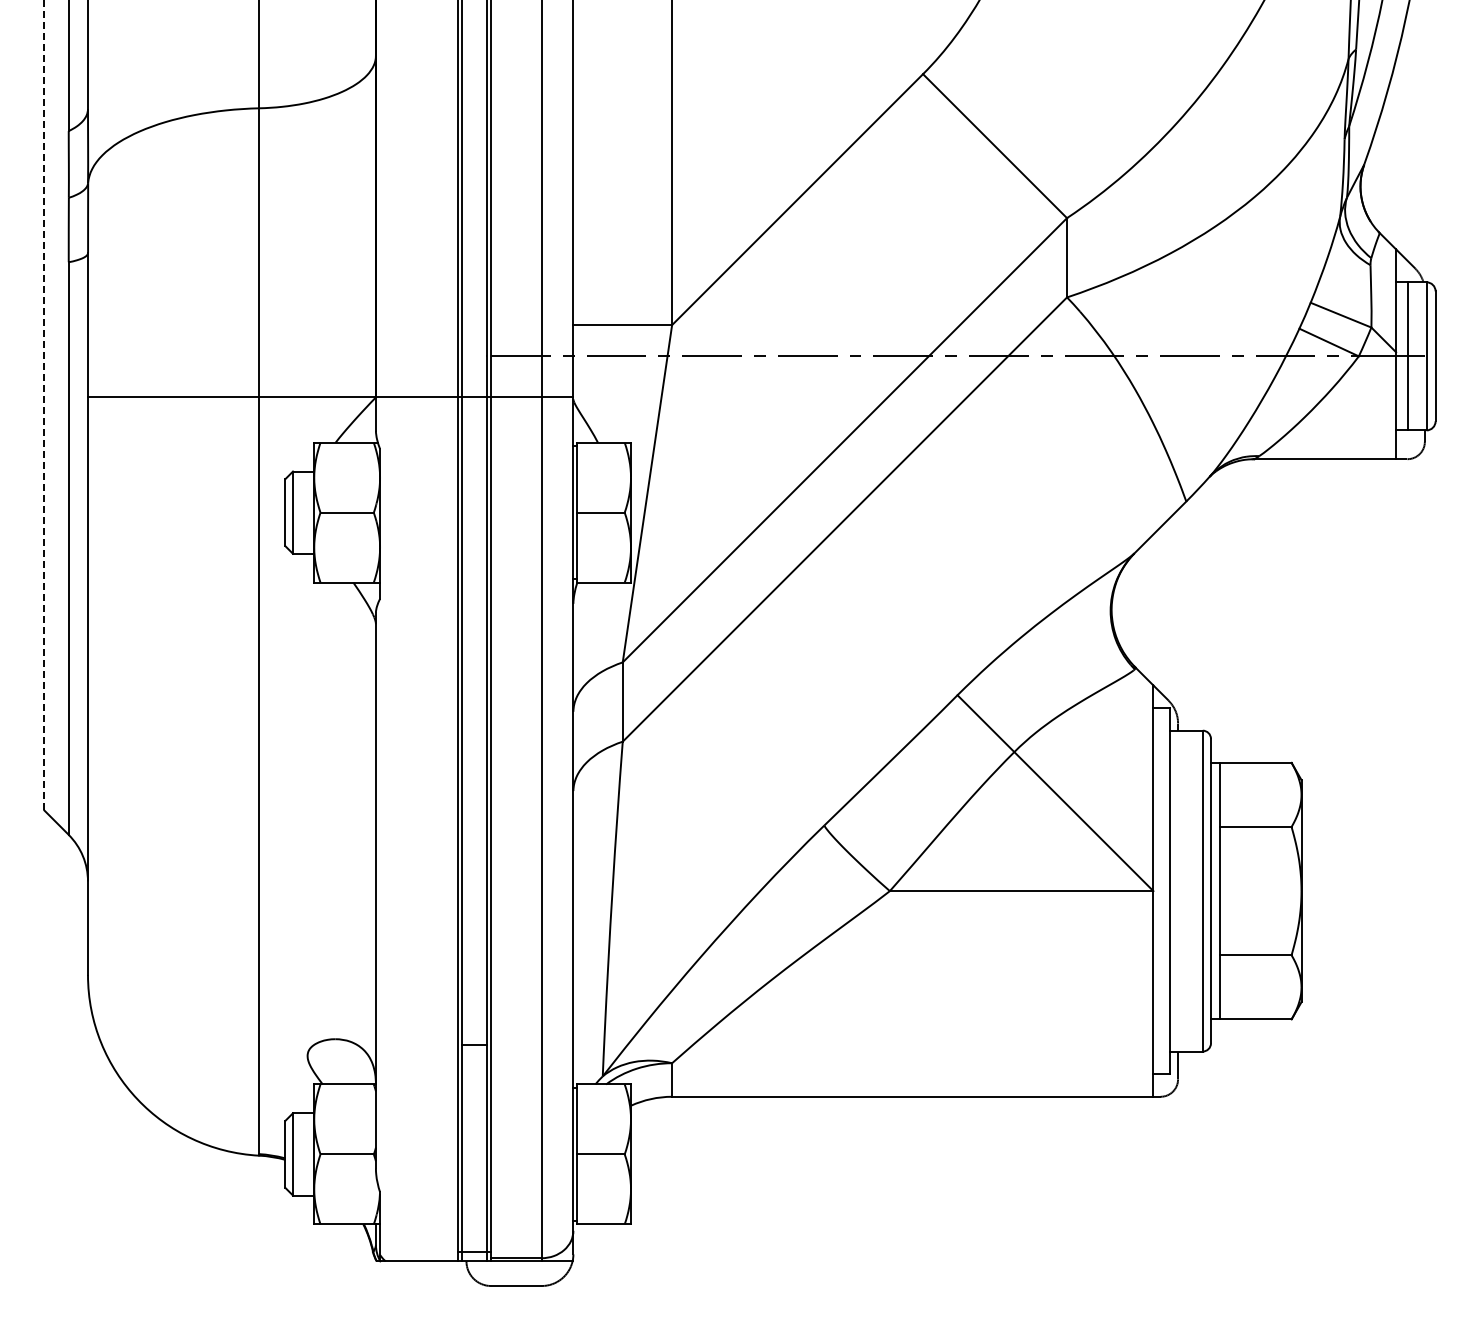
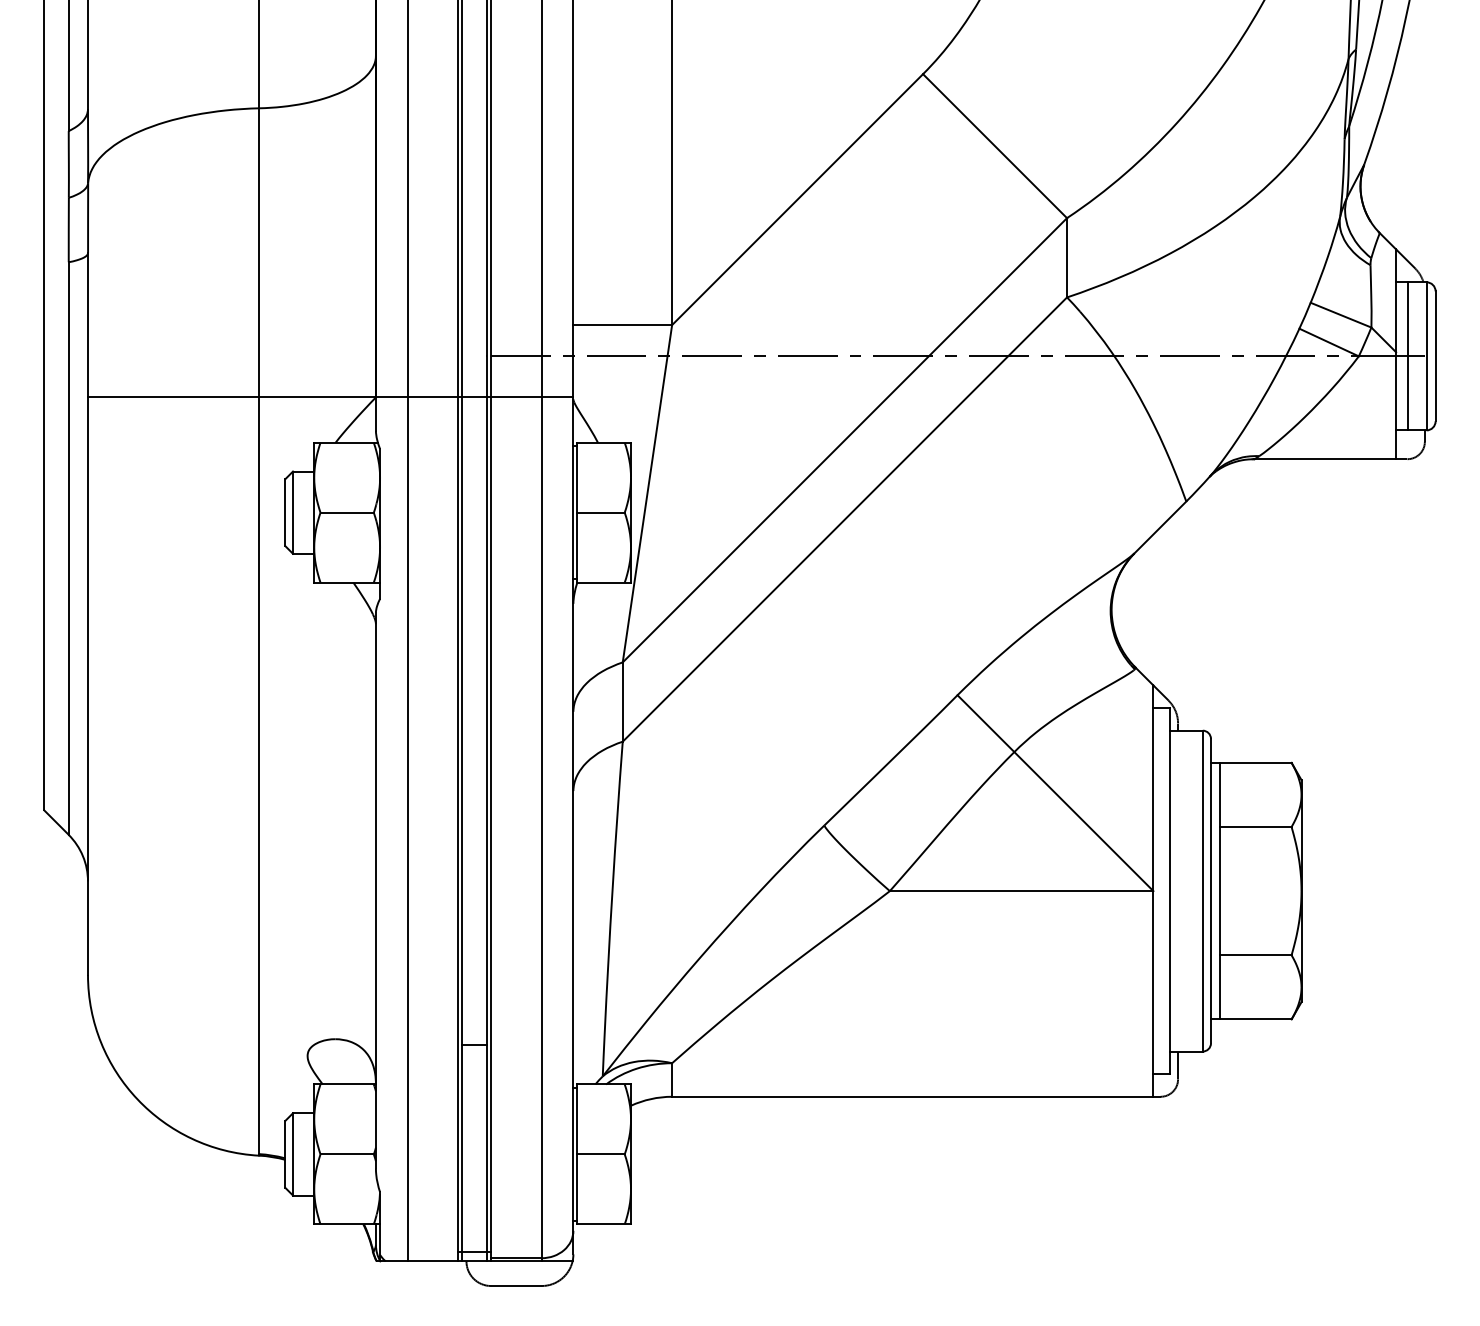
line at (44, 404): dashed -> solid
line at (408, 631): none -> present
